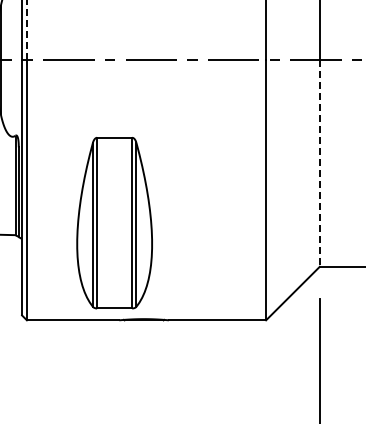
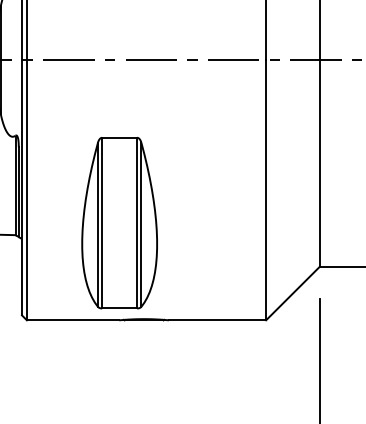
line at (26, 30): dashed -> solid
line at (319, 163): dashed -> solid
part at (114, 223) position: (114, 223) -> (119, 223)
